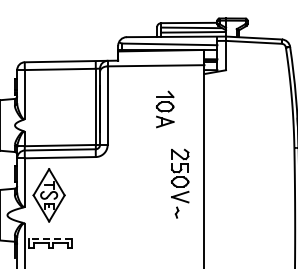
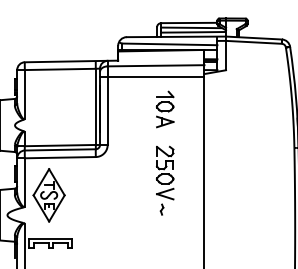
line at (152, 77): none -> present
part at (180, 183) position: (180, 183) -> (165, 180)
line at (50, 238): dashed -> solid
